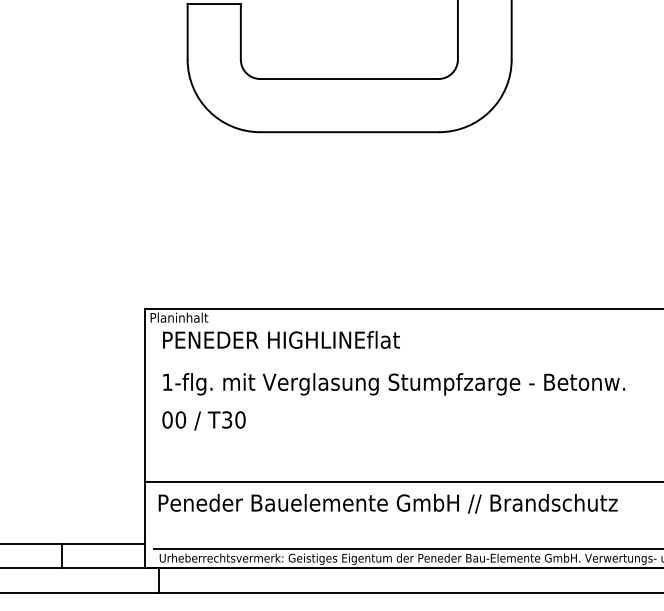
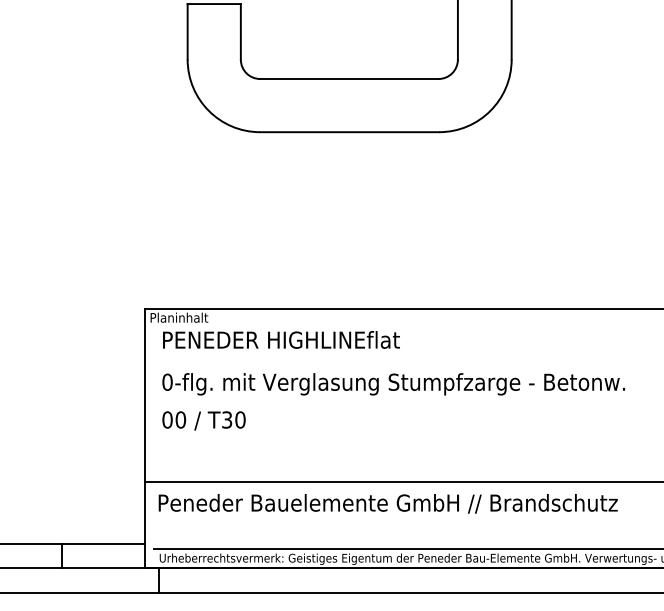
text at (167, 381): 1-flg. -> 0-flg.
